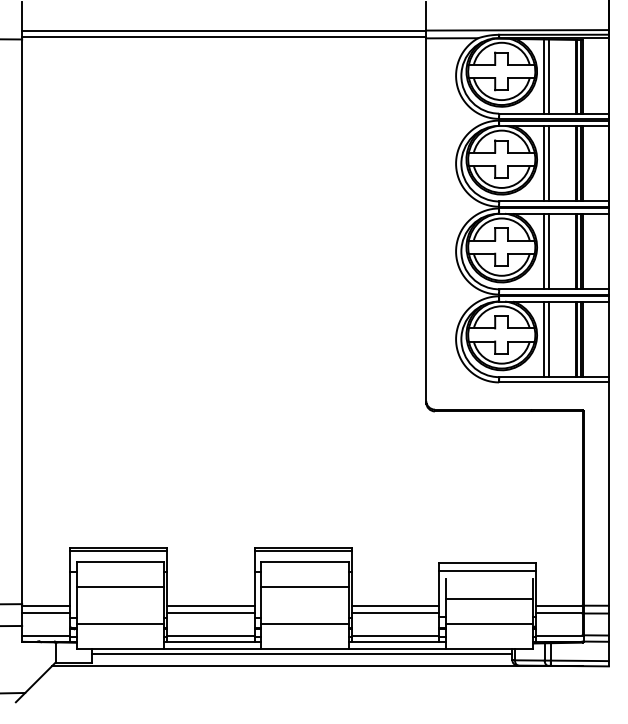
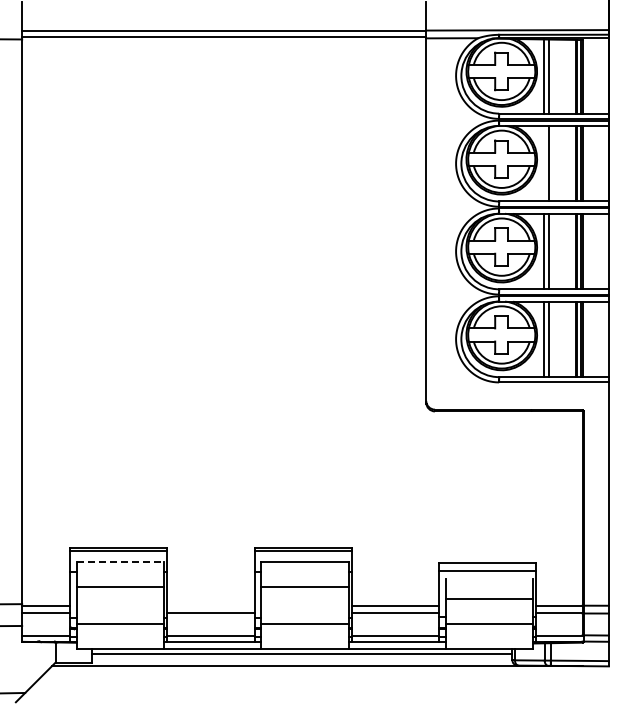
line at (543, 163): present -> none
line at (120, 562): solid -> dashed
line at (210, 606): present -> none
